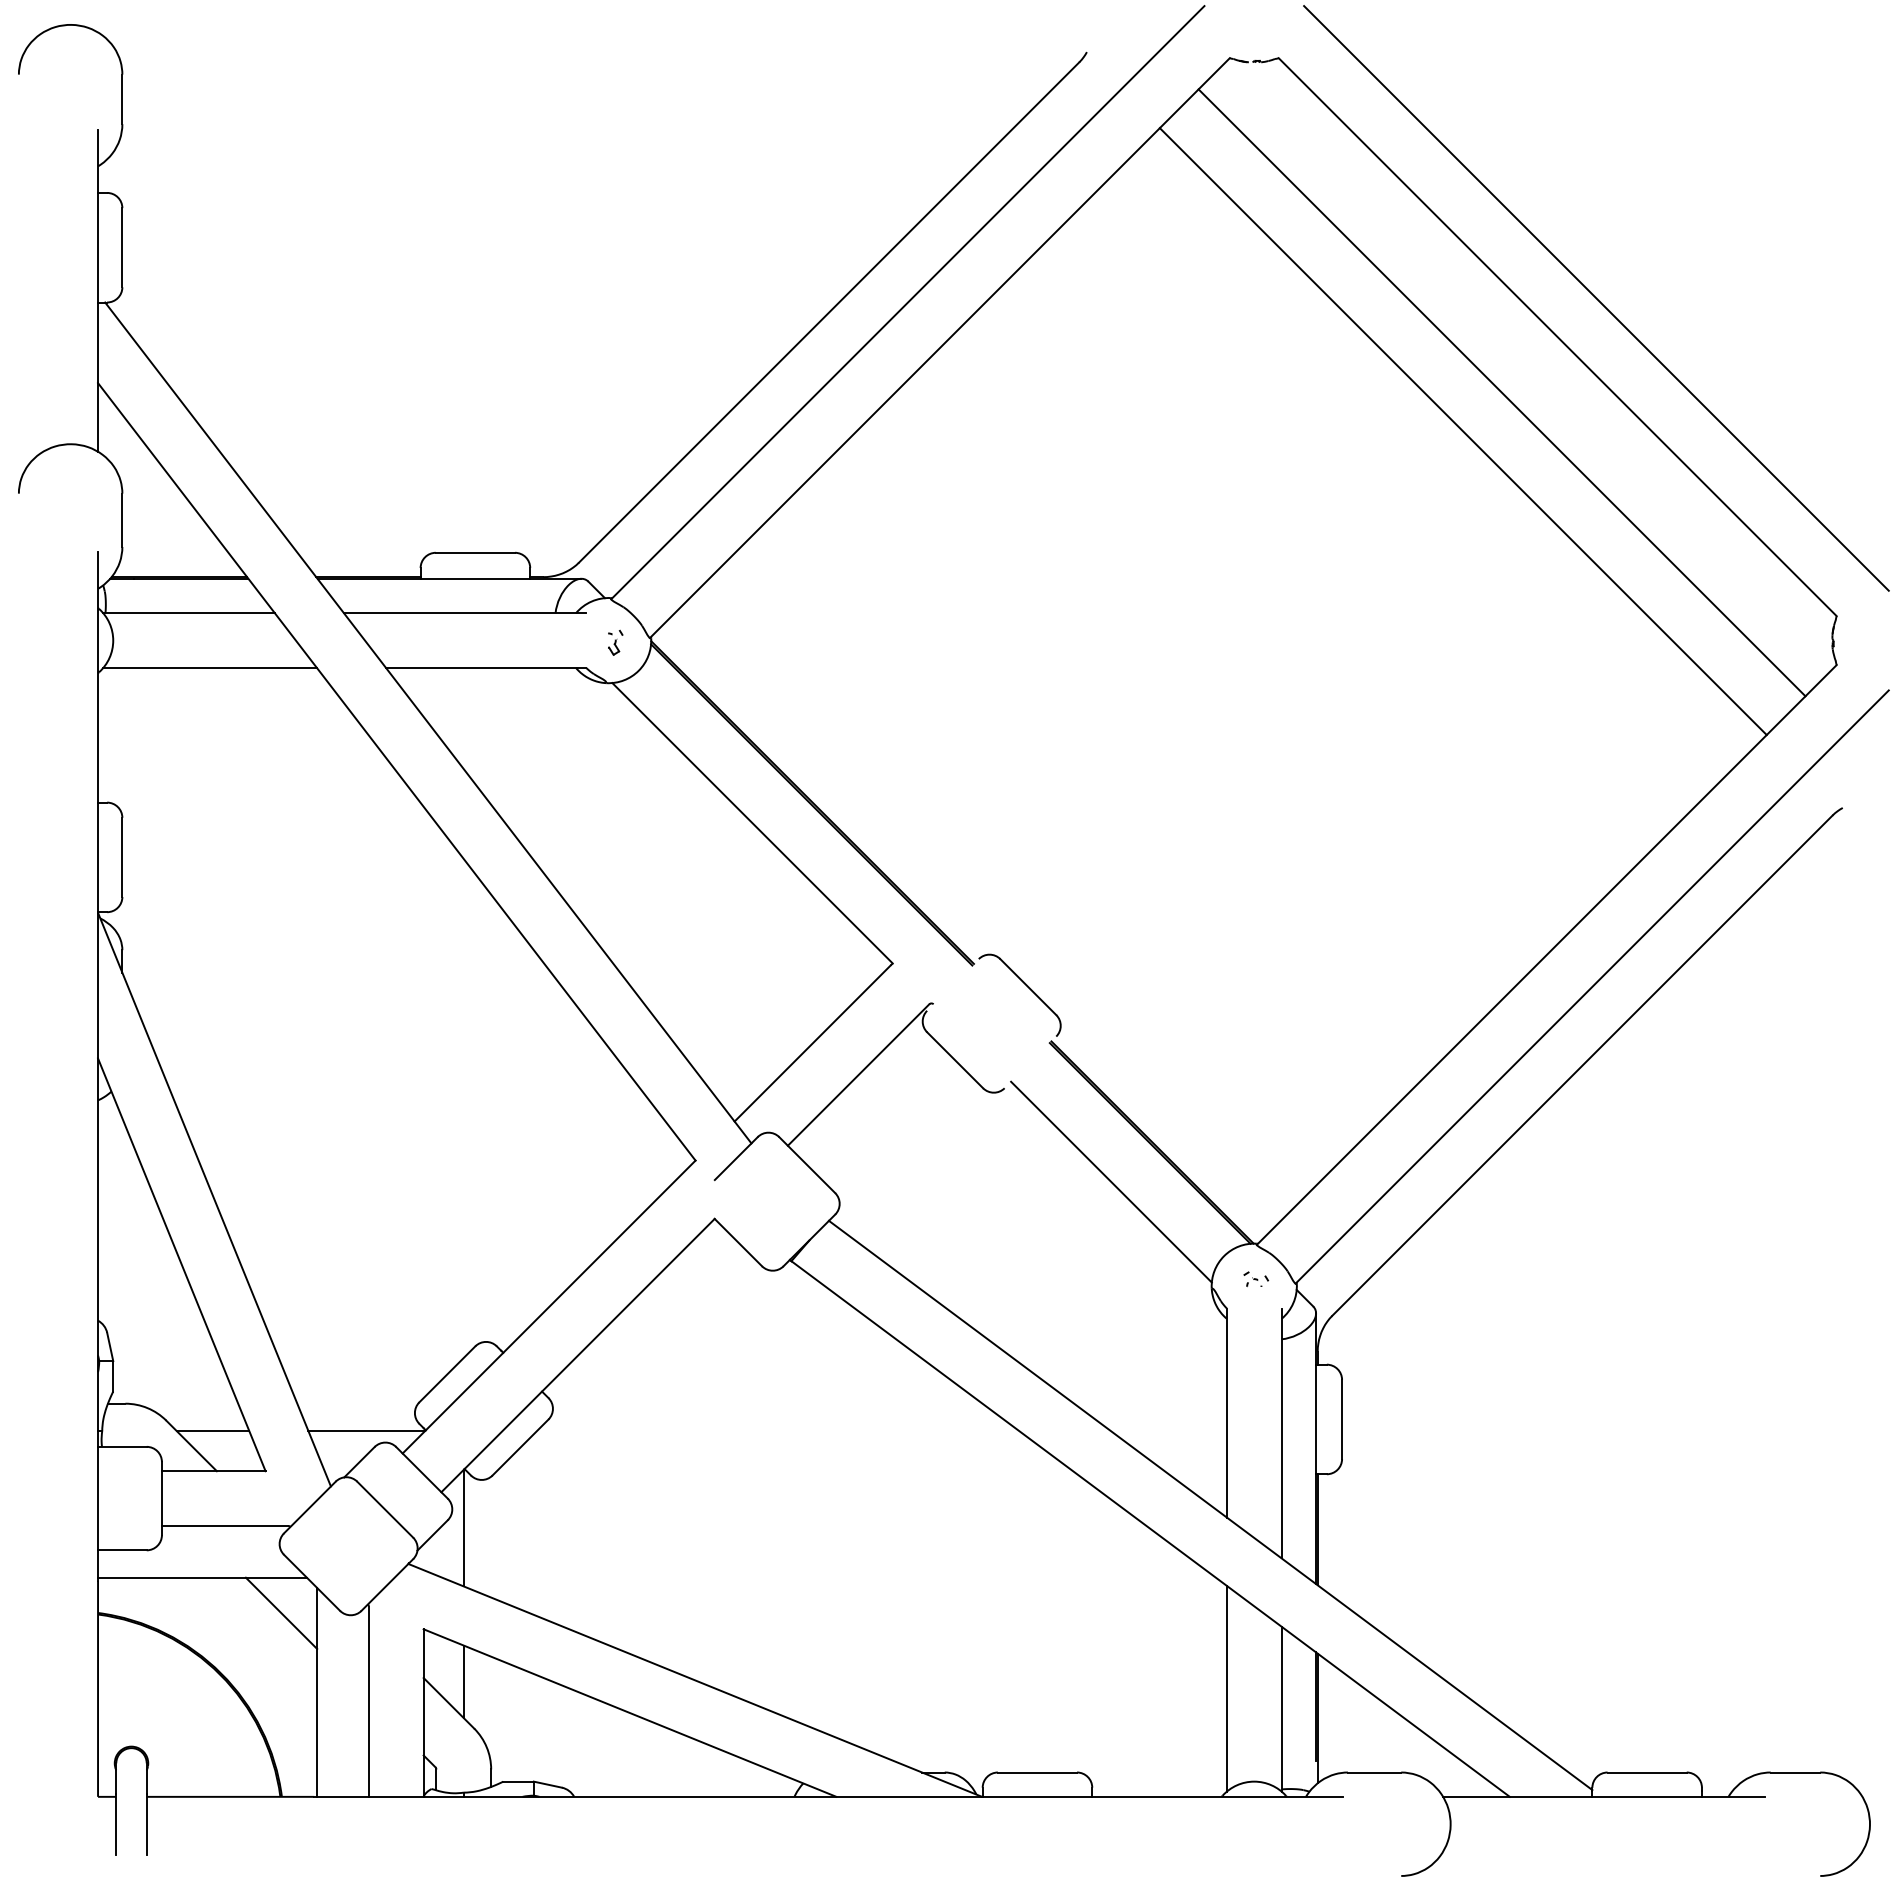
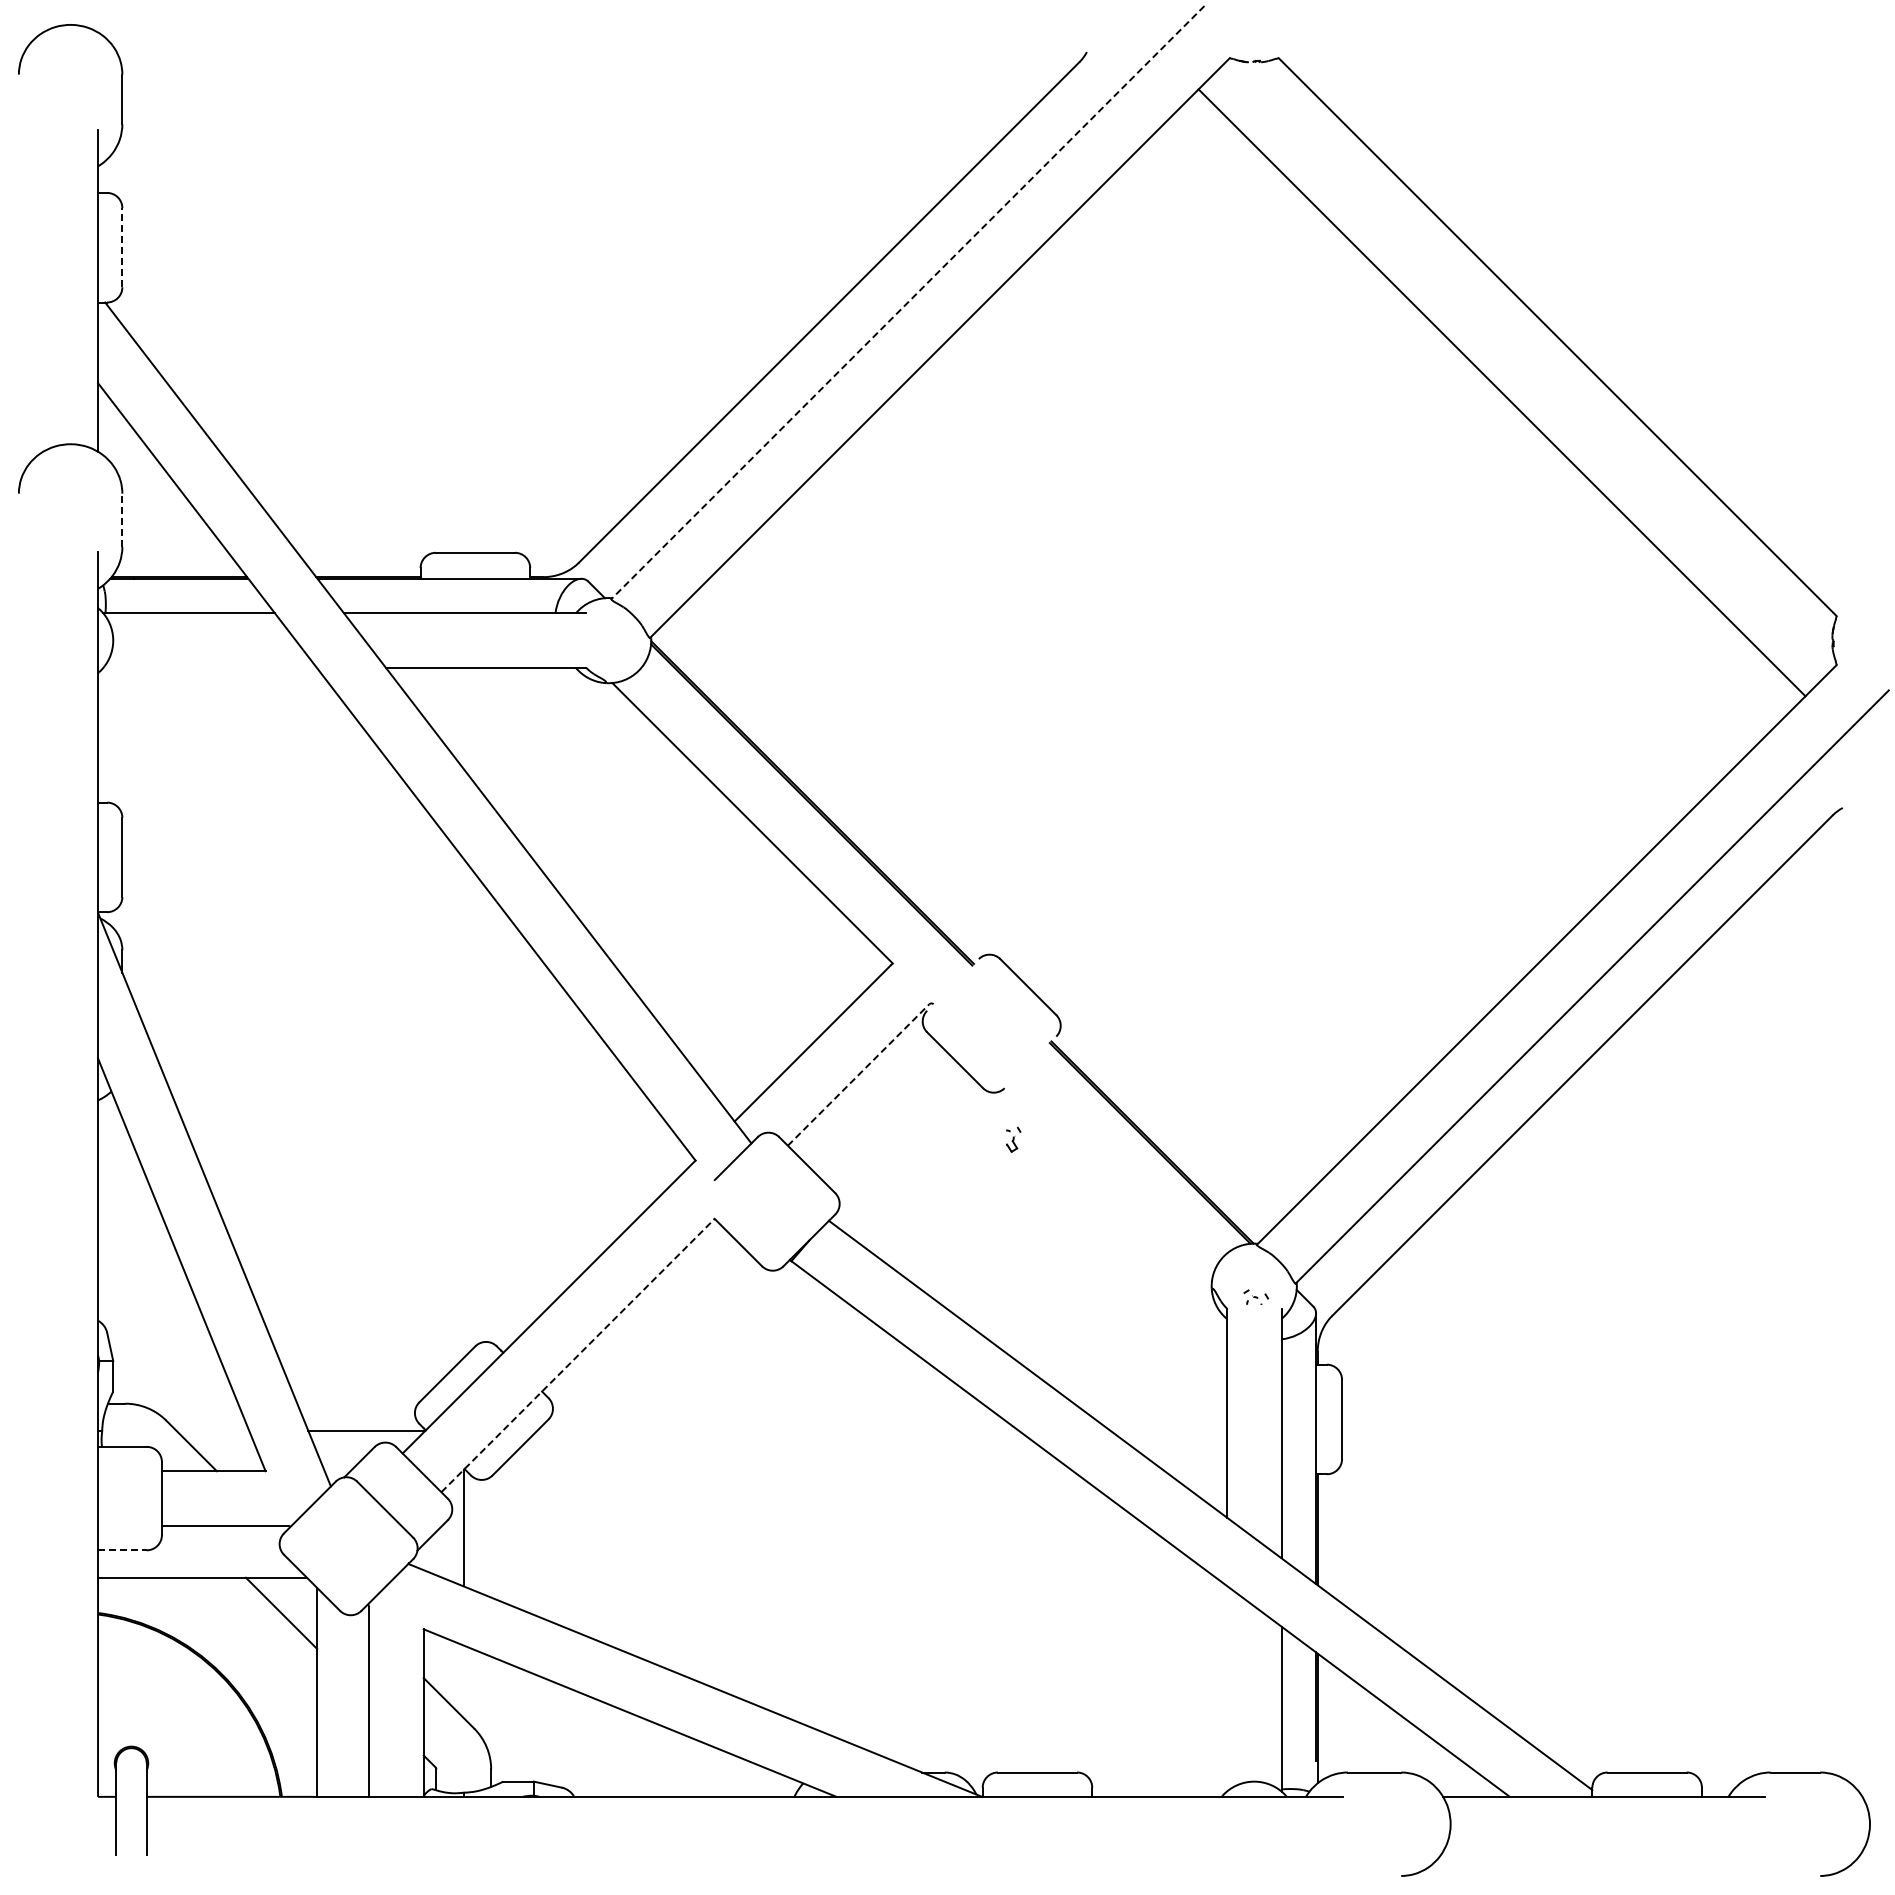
line at (122, 247): solid -> dashed
line at (1596, 298): present -> none
line at (907, 303): solid -> dashed
line at (1462, 431): present -> none
line at (122, 520): solid -> dashed
part at (615, 642) position: (615, 642) -> (1013, 1139)
line at (209, 668): present -> none
line at (858, 1074): solid -> dashed
line at (1111, 1181): present -> none
part at (1256, 1278) position: (1256, 1278) -> (1256, 1296)
line at (578, 1355): solid -> dashed
line at (212, 1431): present -> none
line at (122, 1550): solid -> dashed
line at (463, 1681): present -> none
line at (1226, 1688): present -> none
